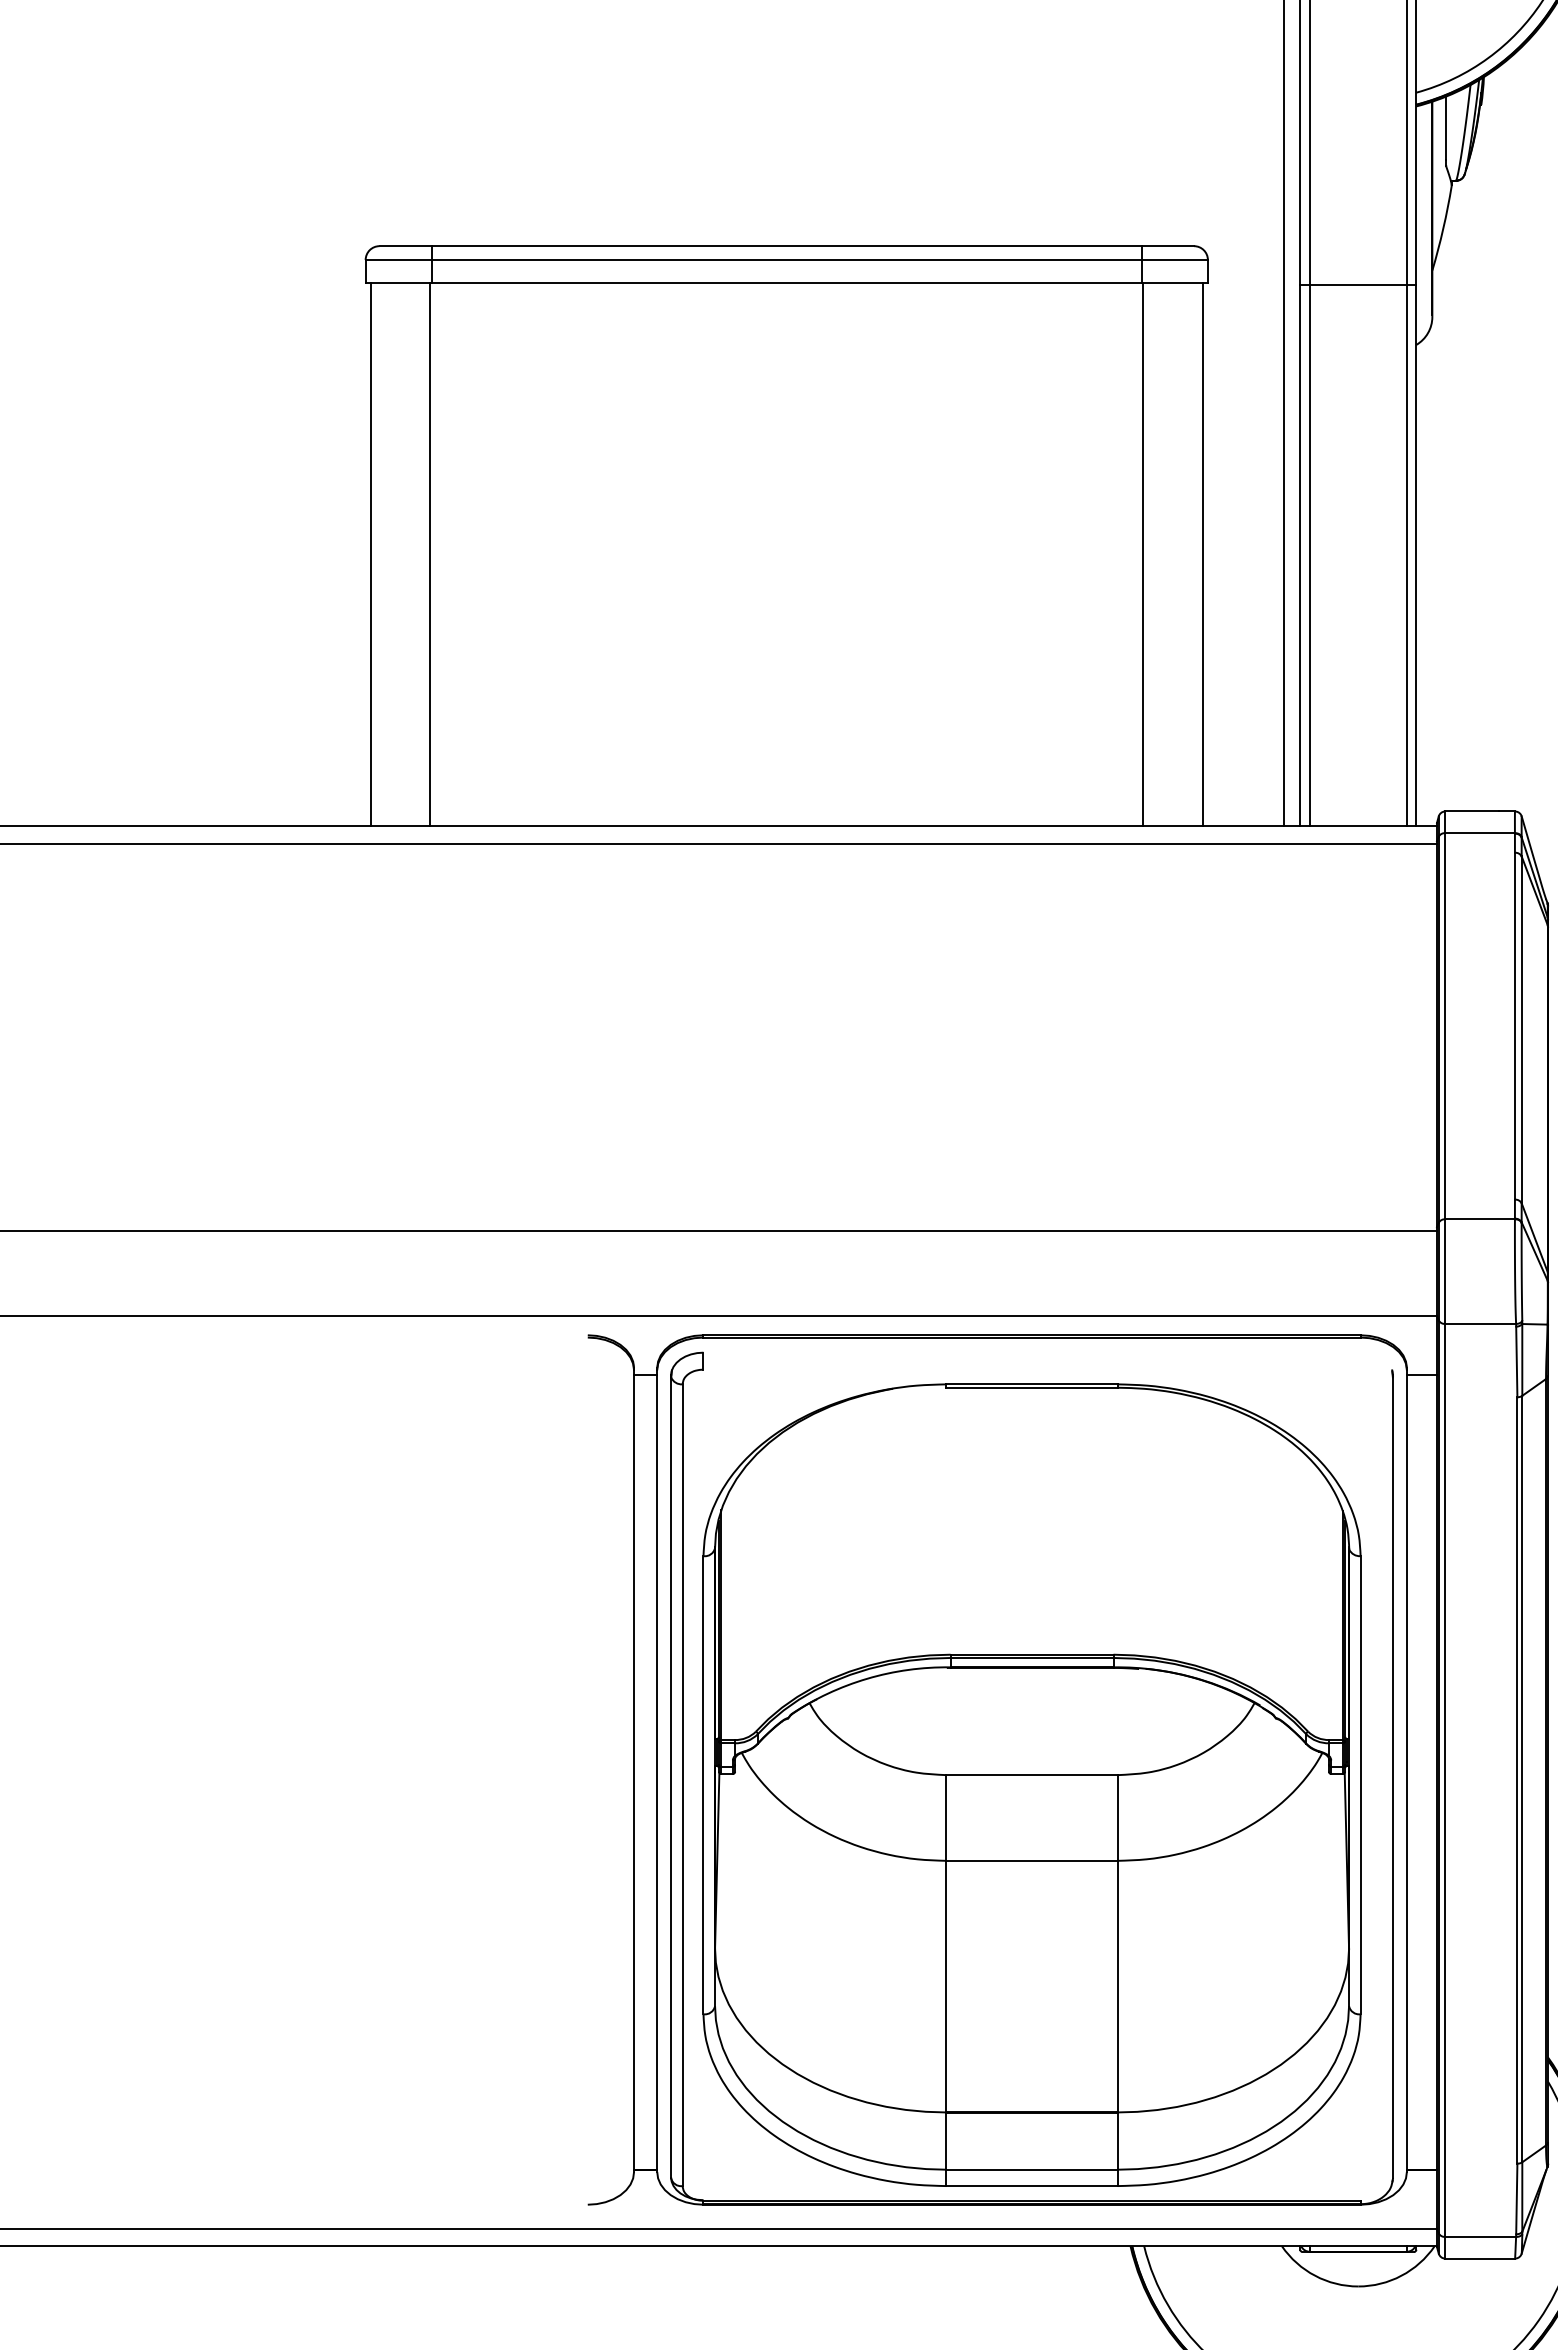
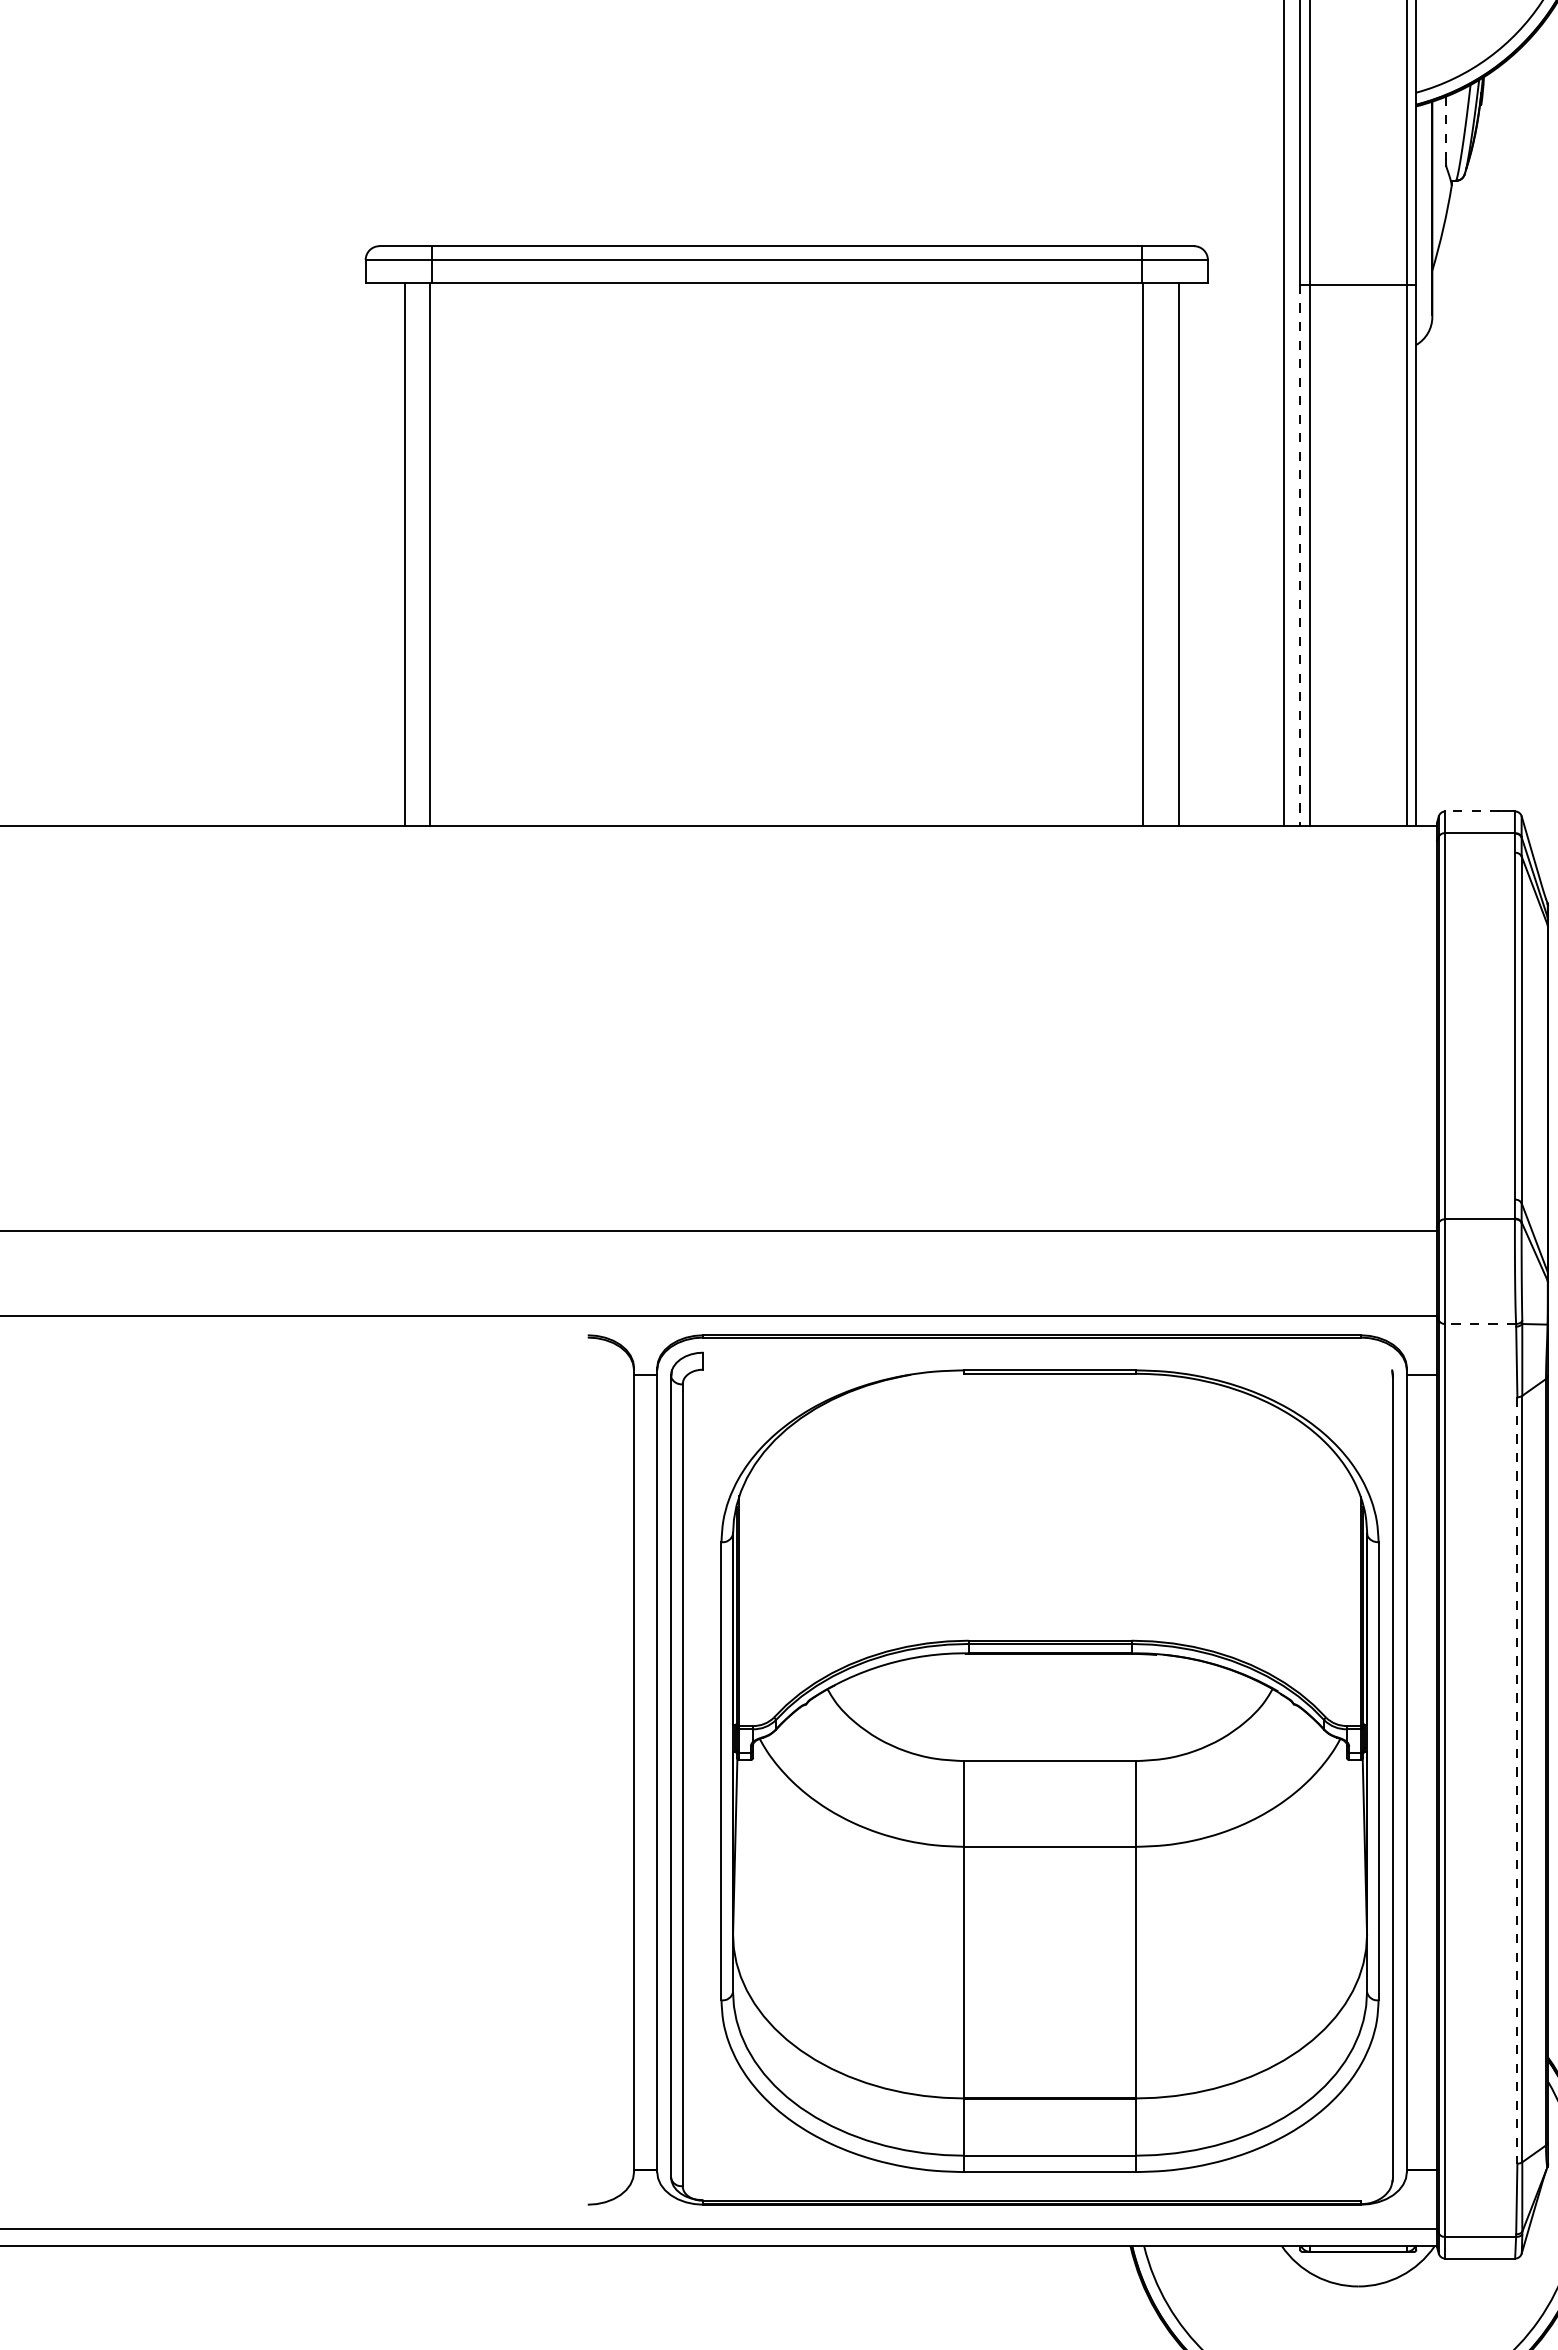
line at (1446, 128): solid -> dashed
line at (370, 554) position: (370, 554) -> (404, 554)
line at (1202, 554) position: (1202, 554) -> (1178, 554)
line at (1300, 555): solid -> dashed
line at (1471, 811): solid -> dashed
line at (719, 844): present -> none
line at (1480, 1323): solid -> dashed
line at (1517, 1780): solid -> dashed
part at (1031, 1784) position: (1031, 1784) -> (1049, 1770)
